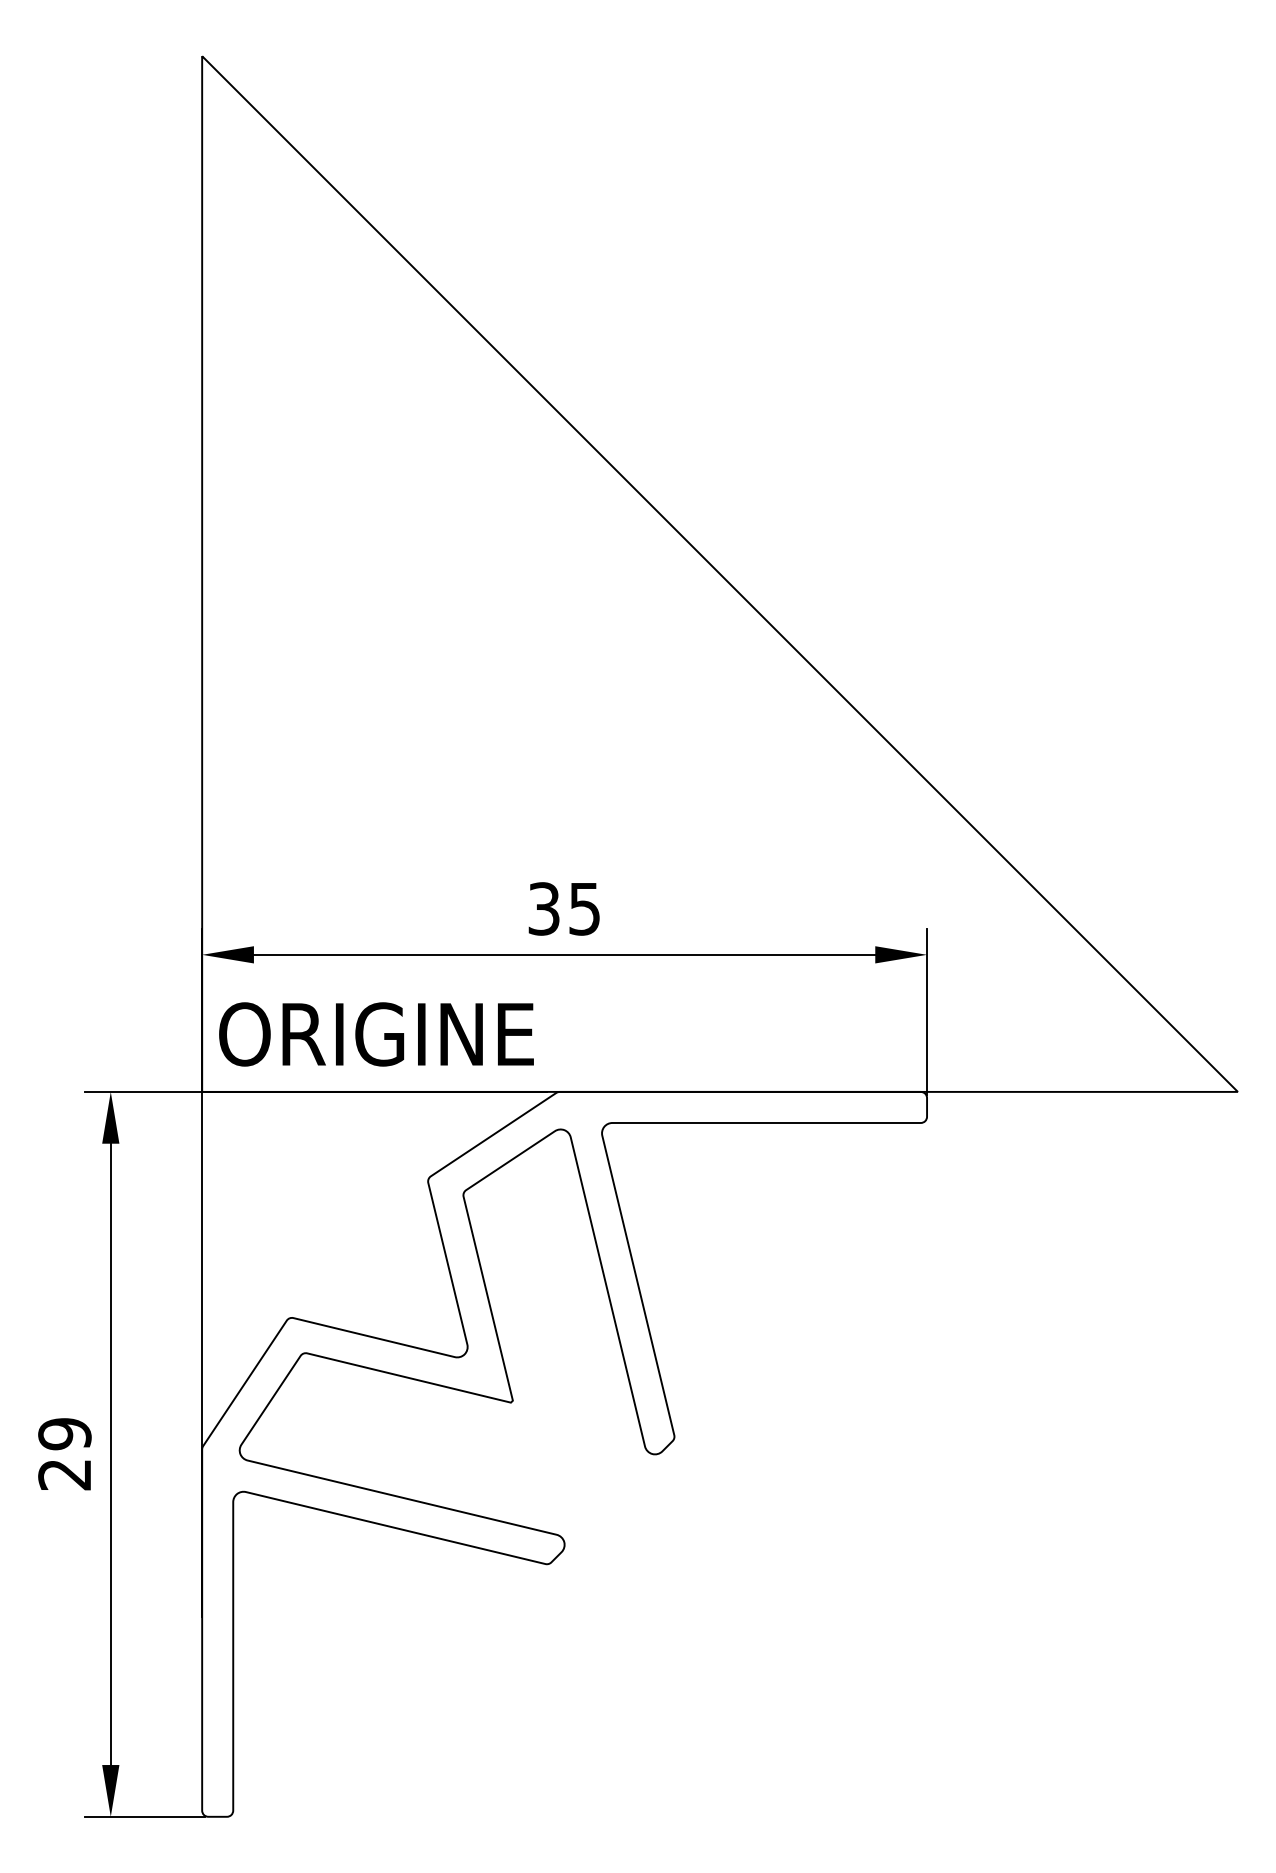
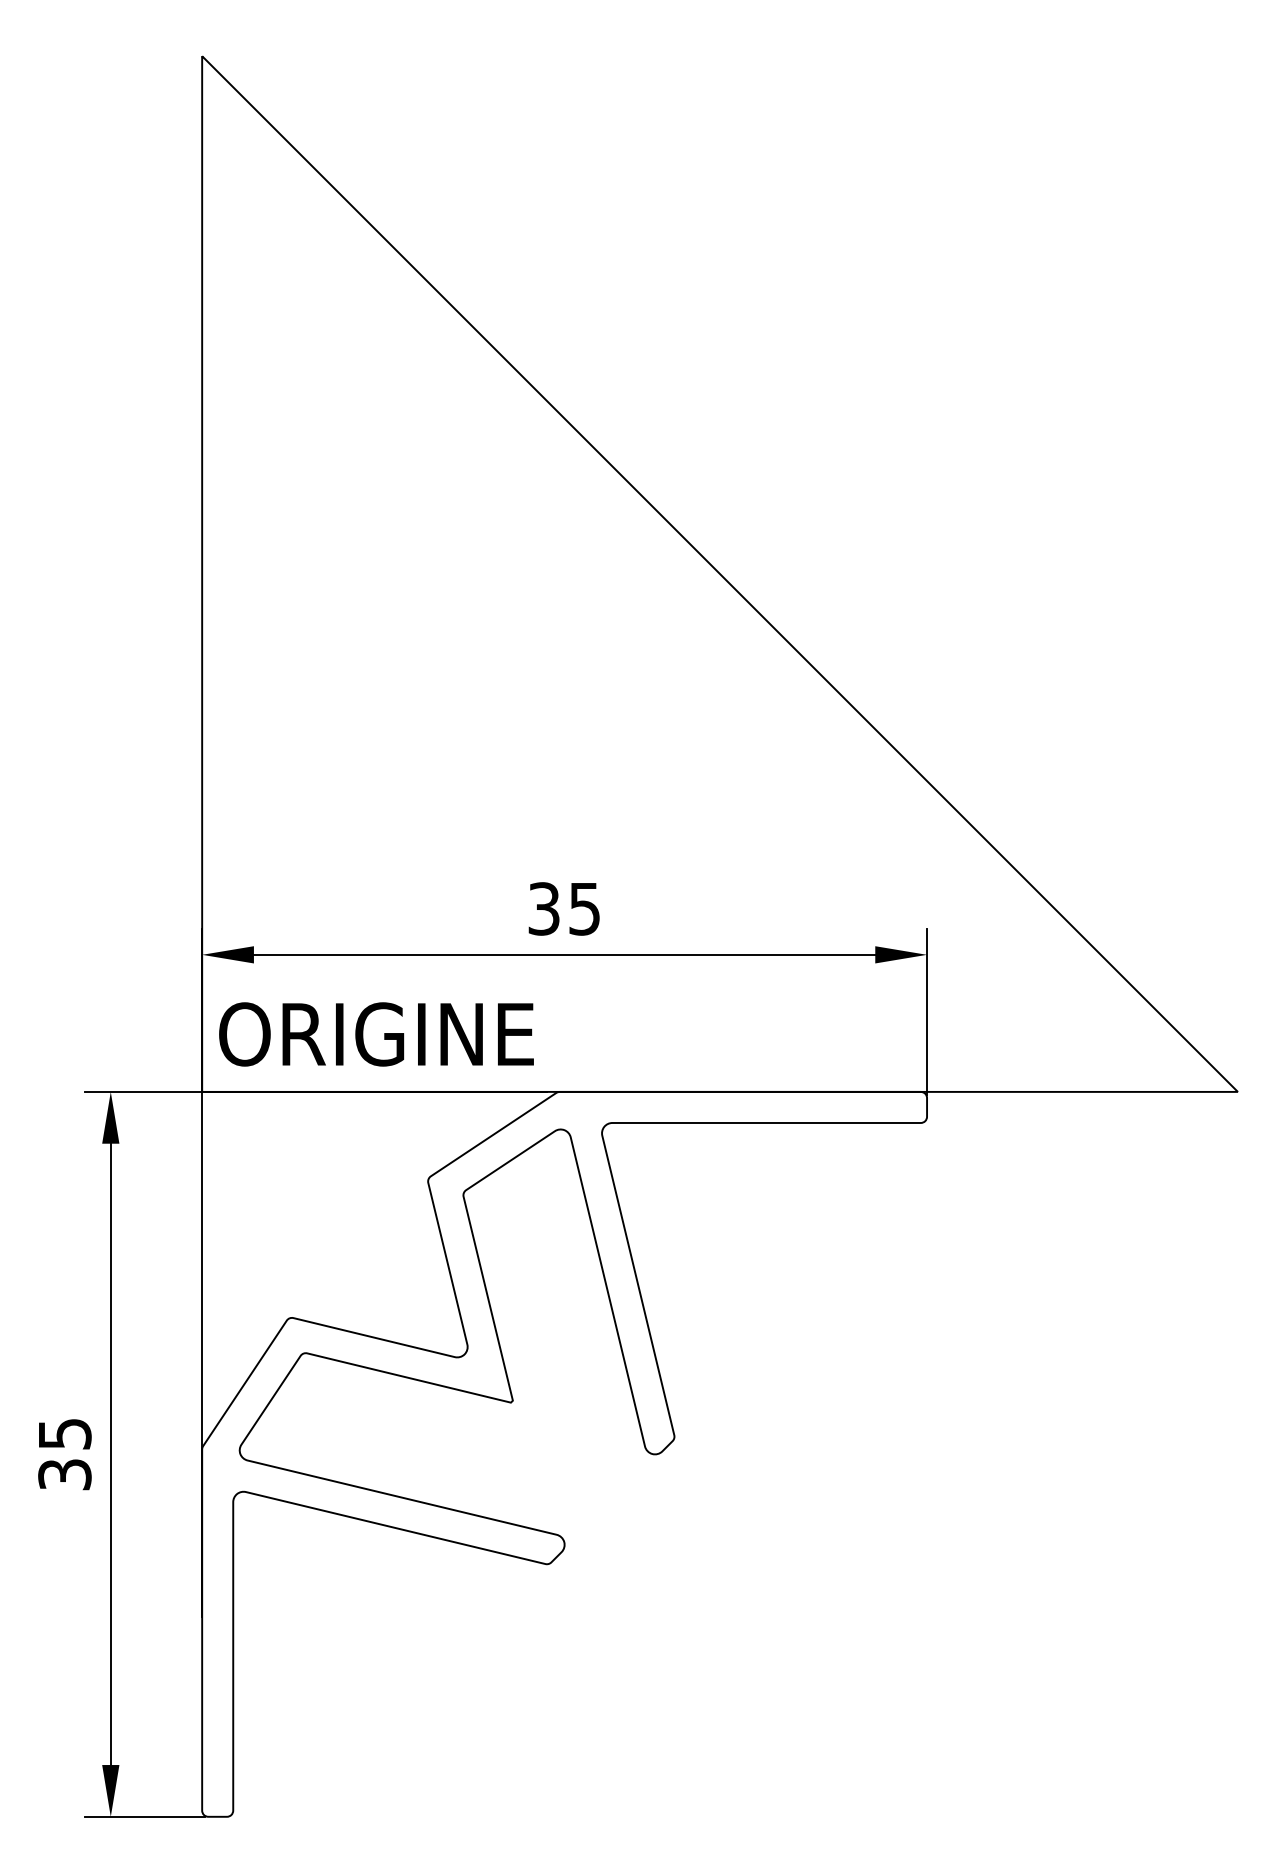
text at (64, 1454): 29 -> 35
